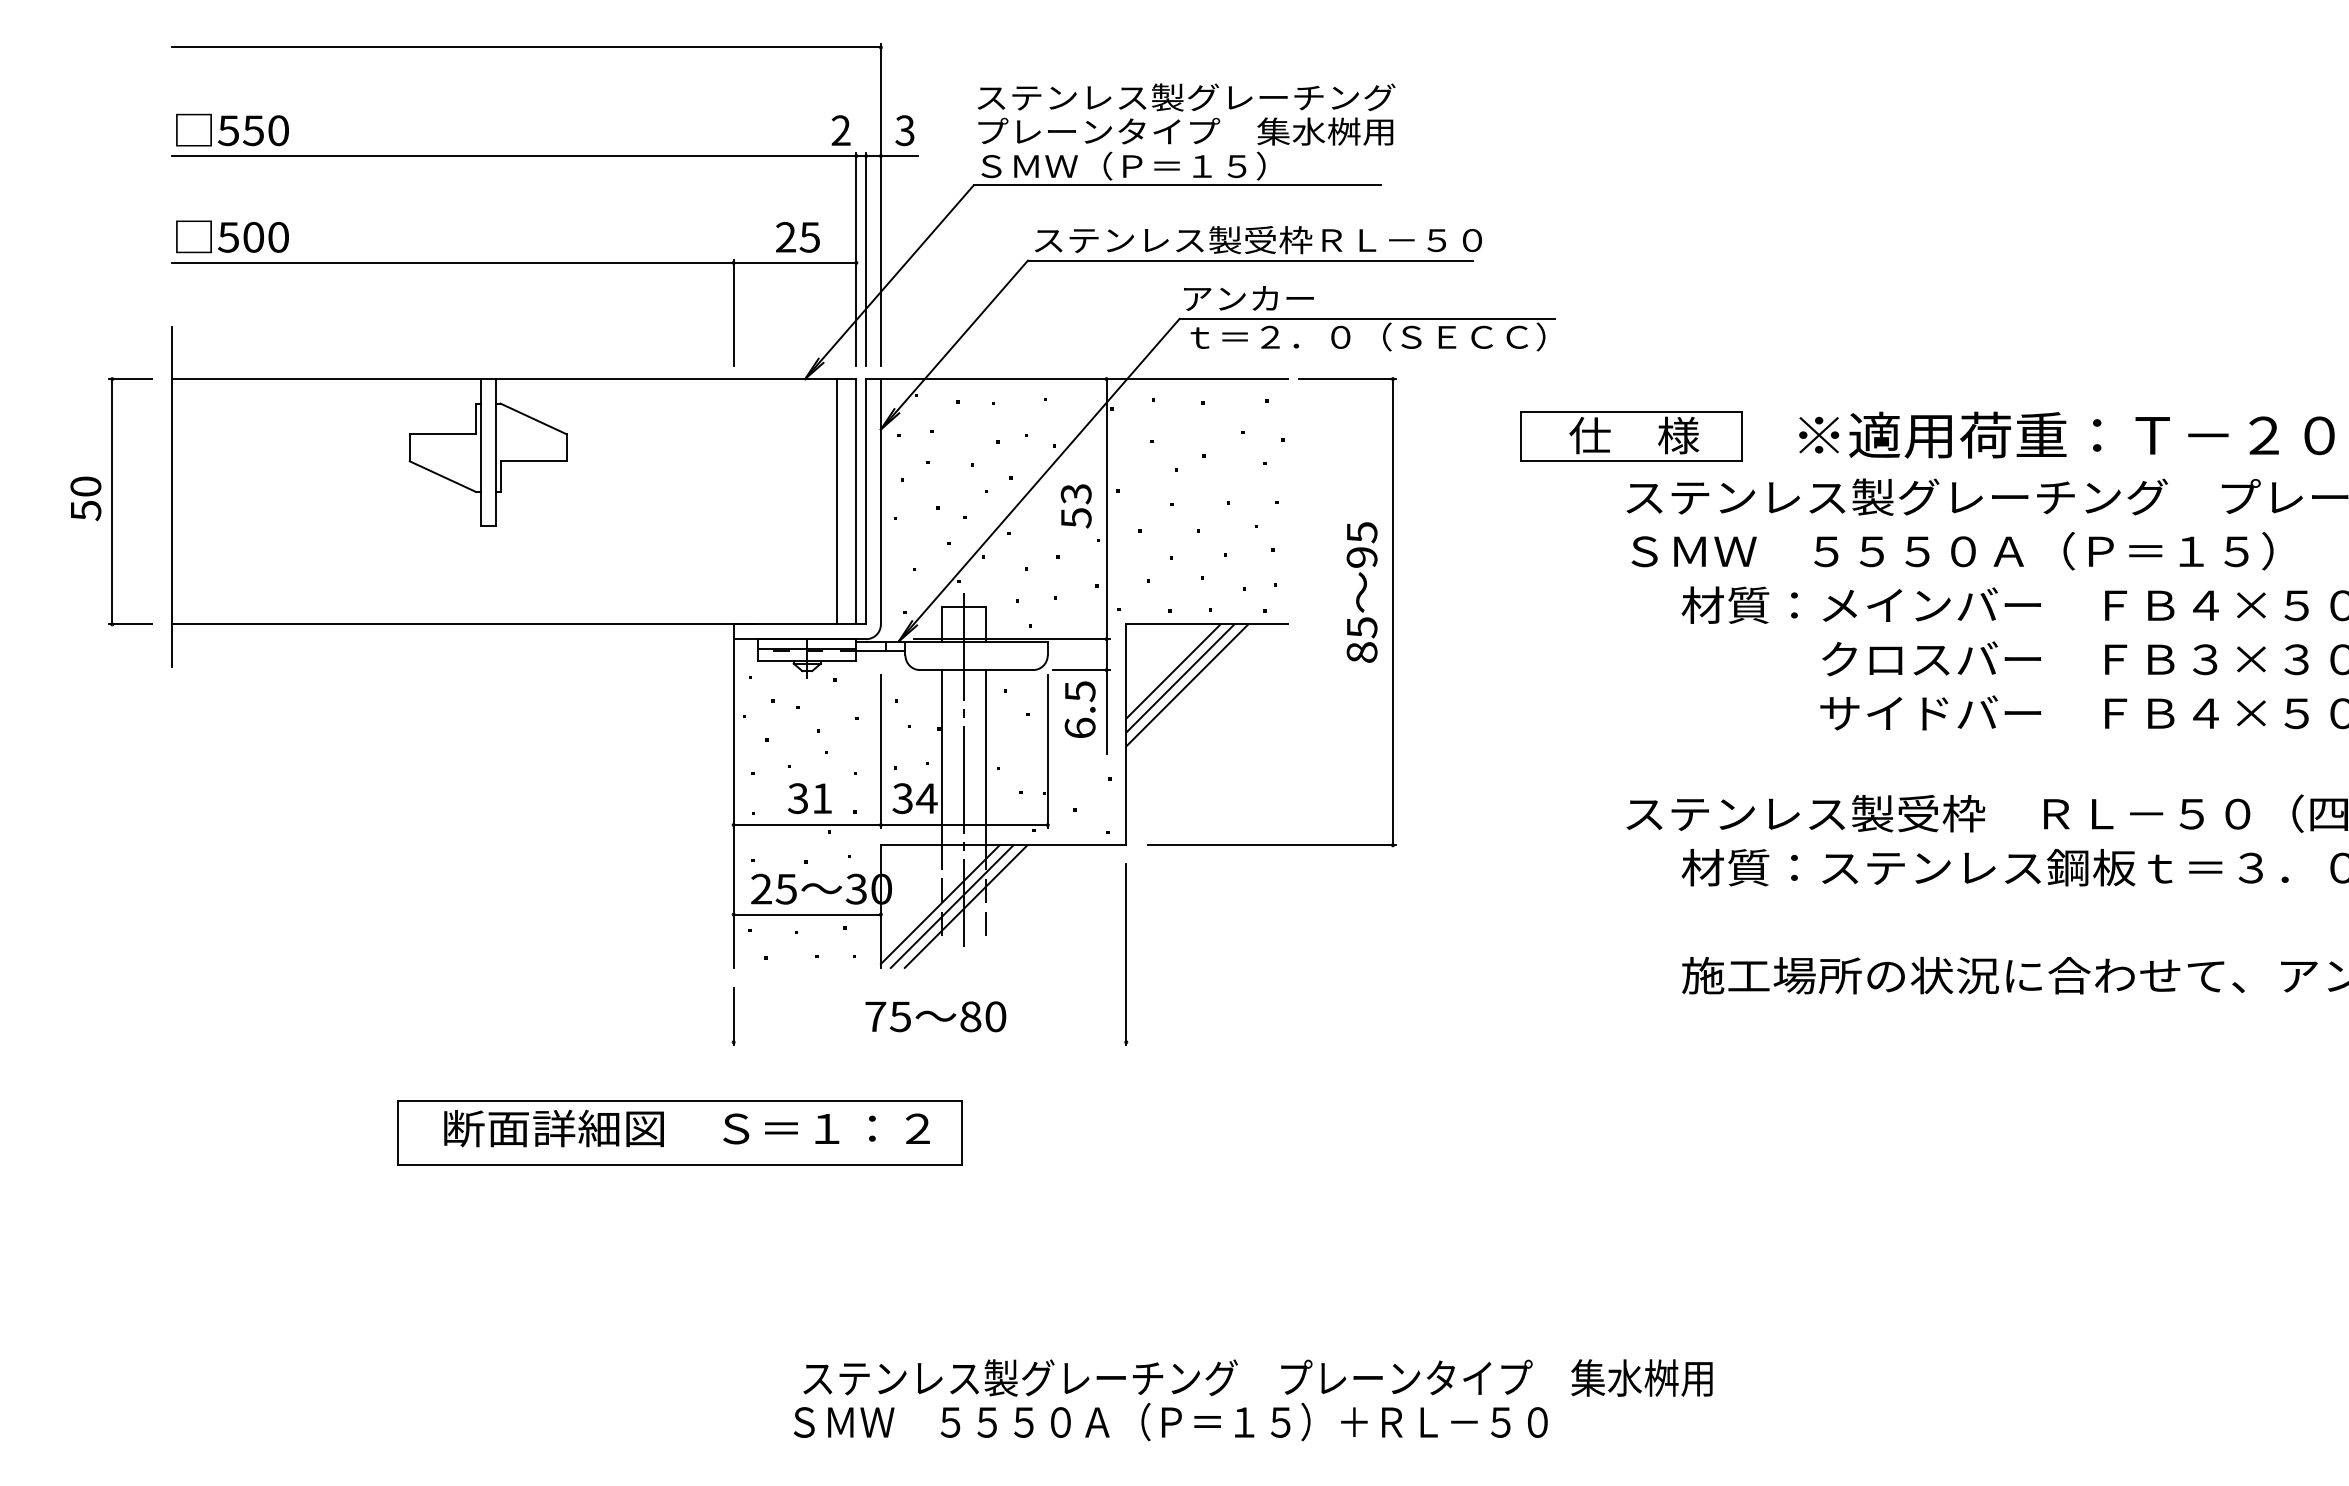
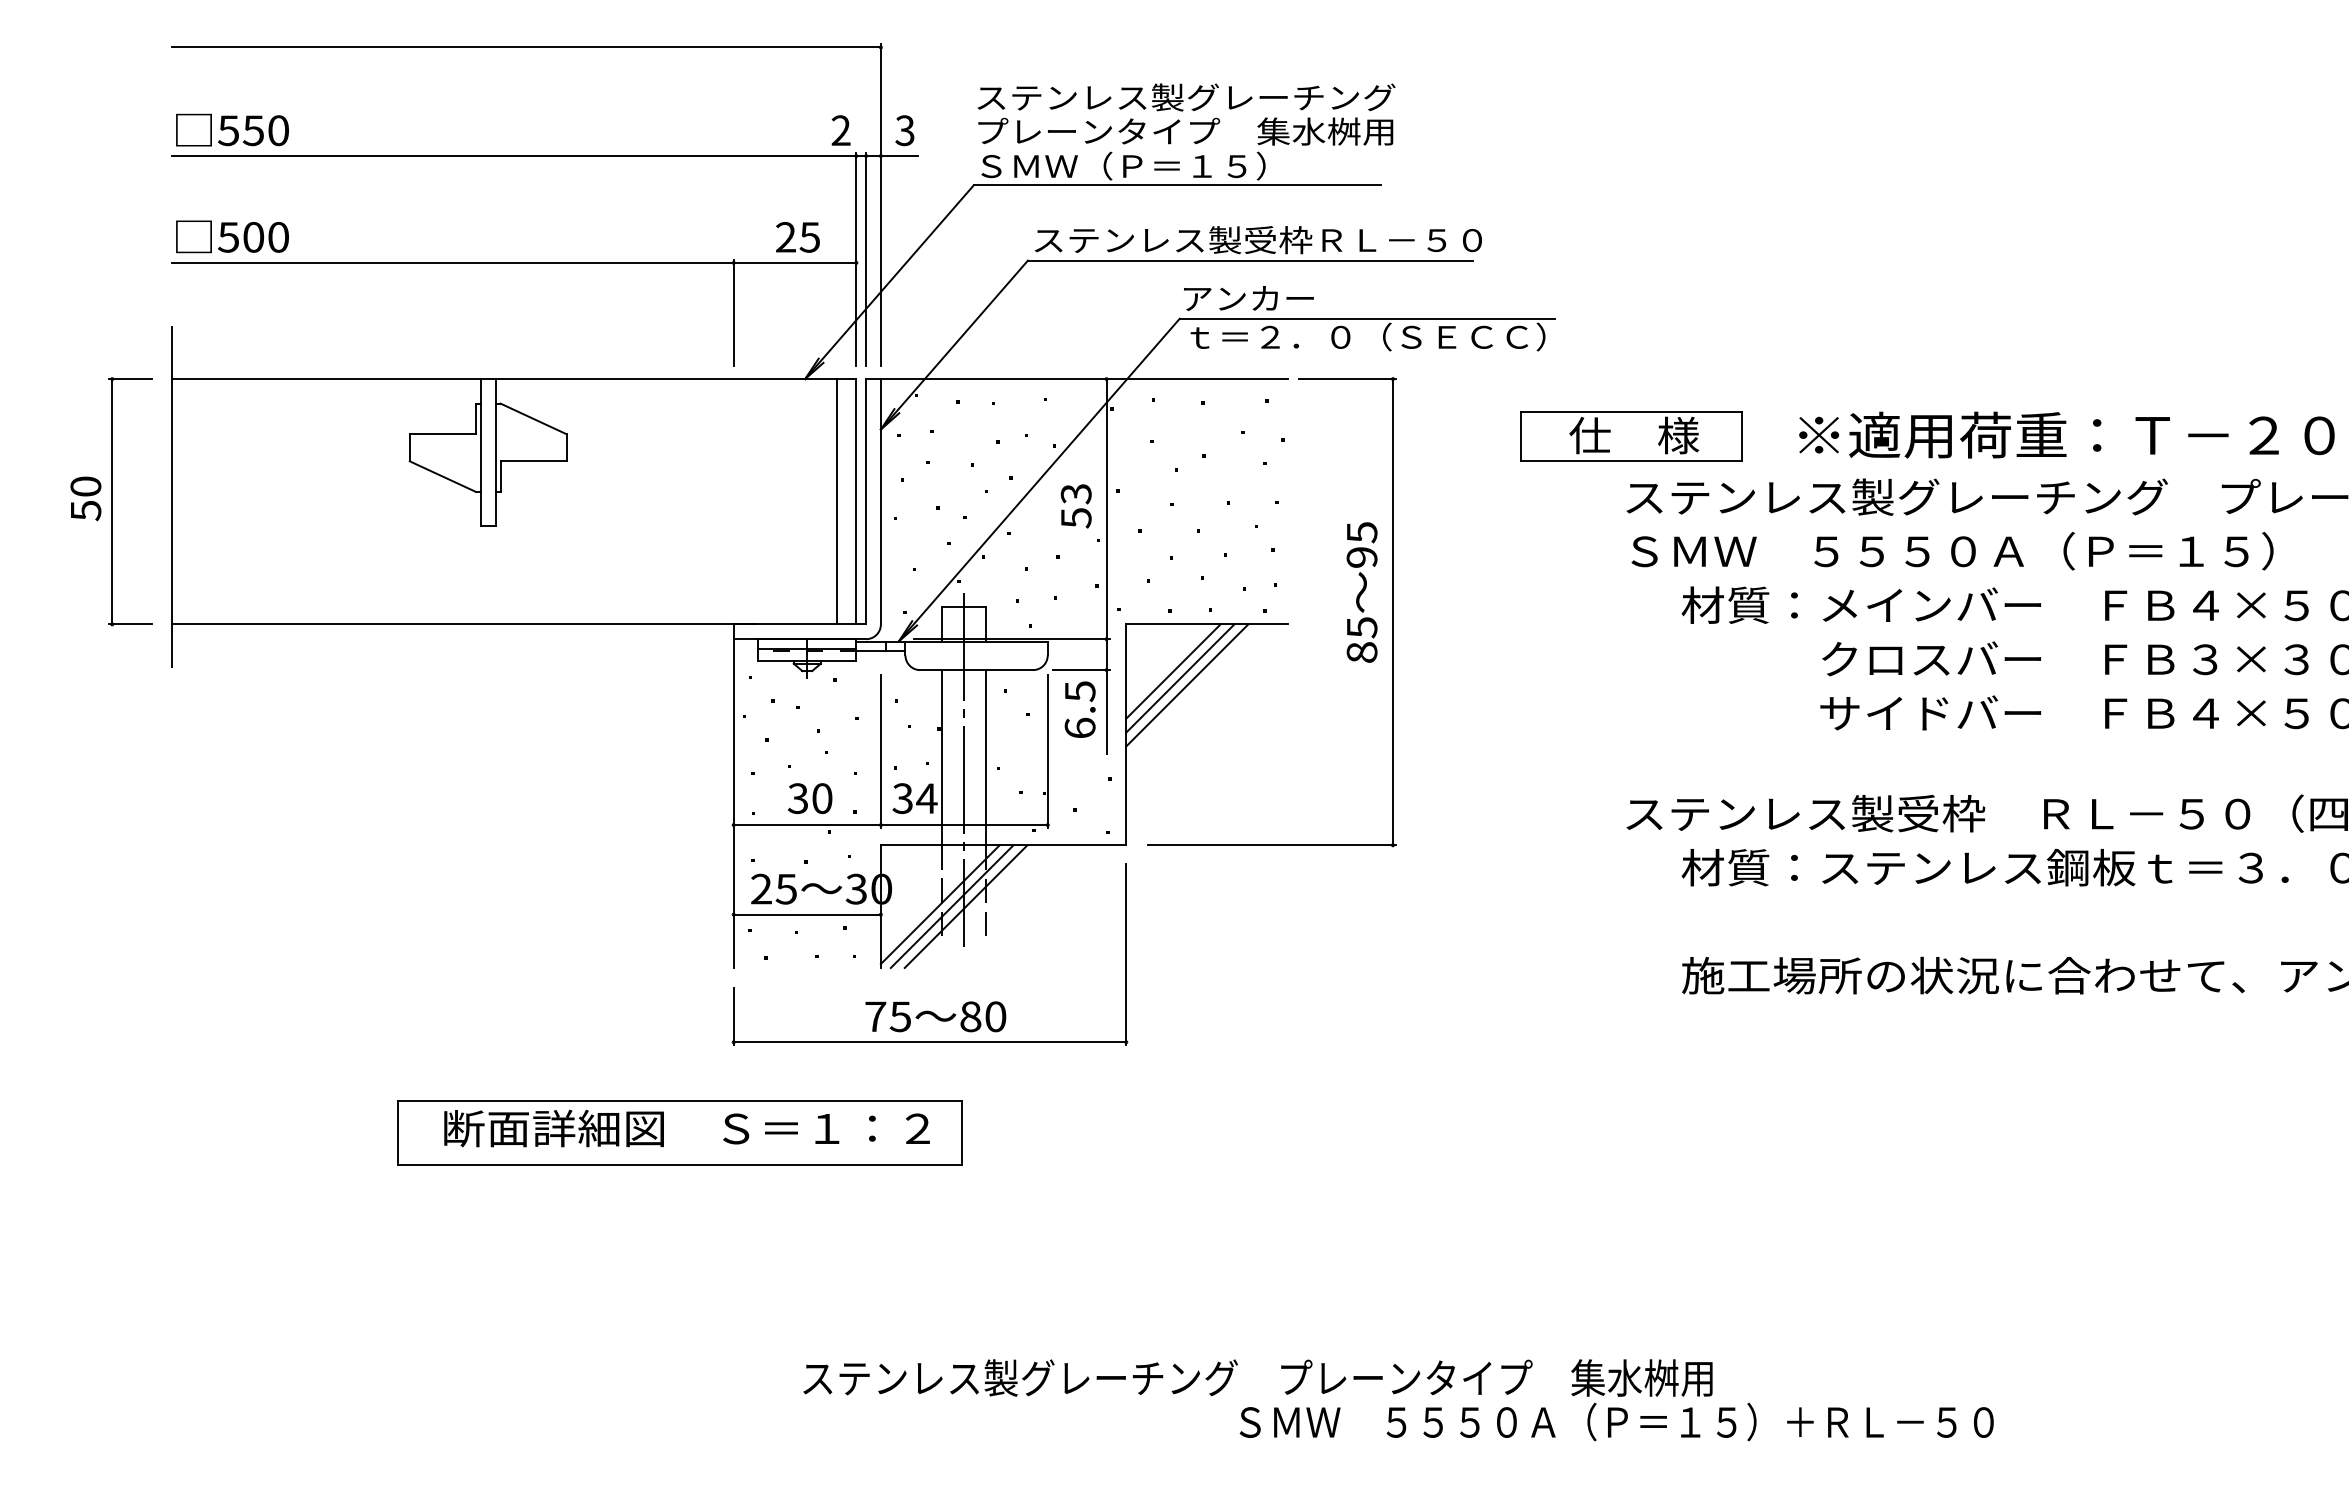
text at (822, 798): 31 -> 30
line at (929, 1042): none -> present
text at (1170, 1421) position: (1170, 1421) -> (1616, 1421)
